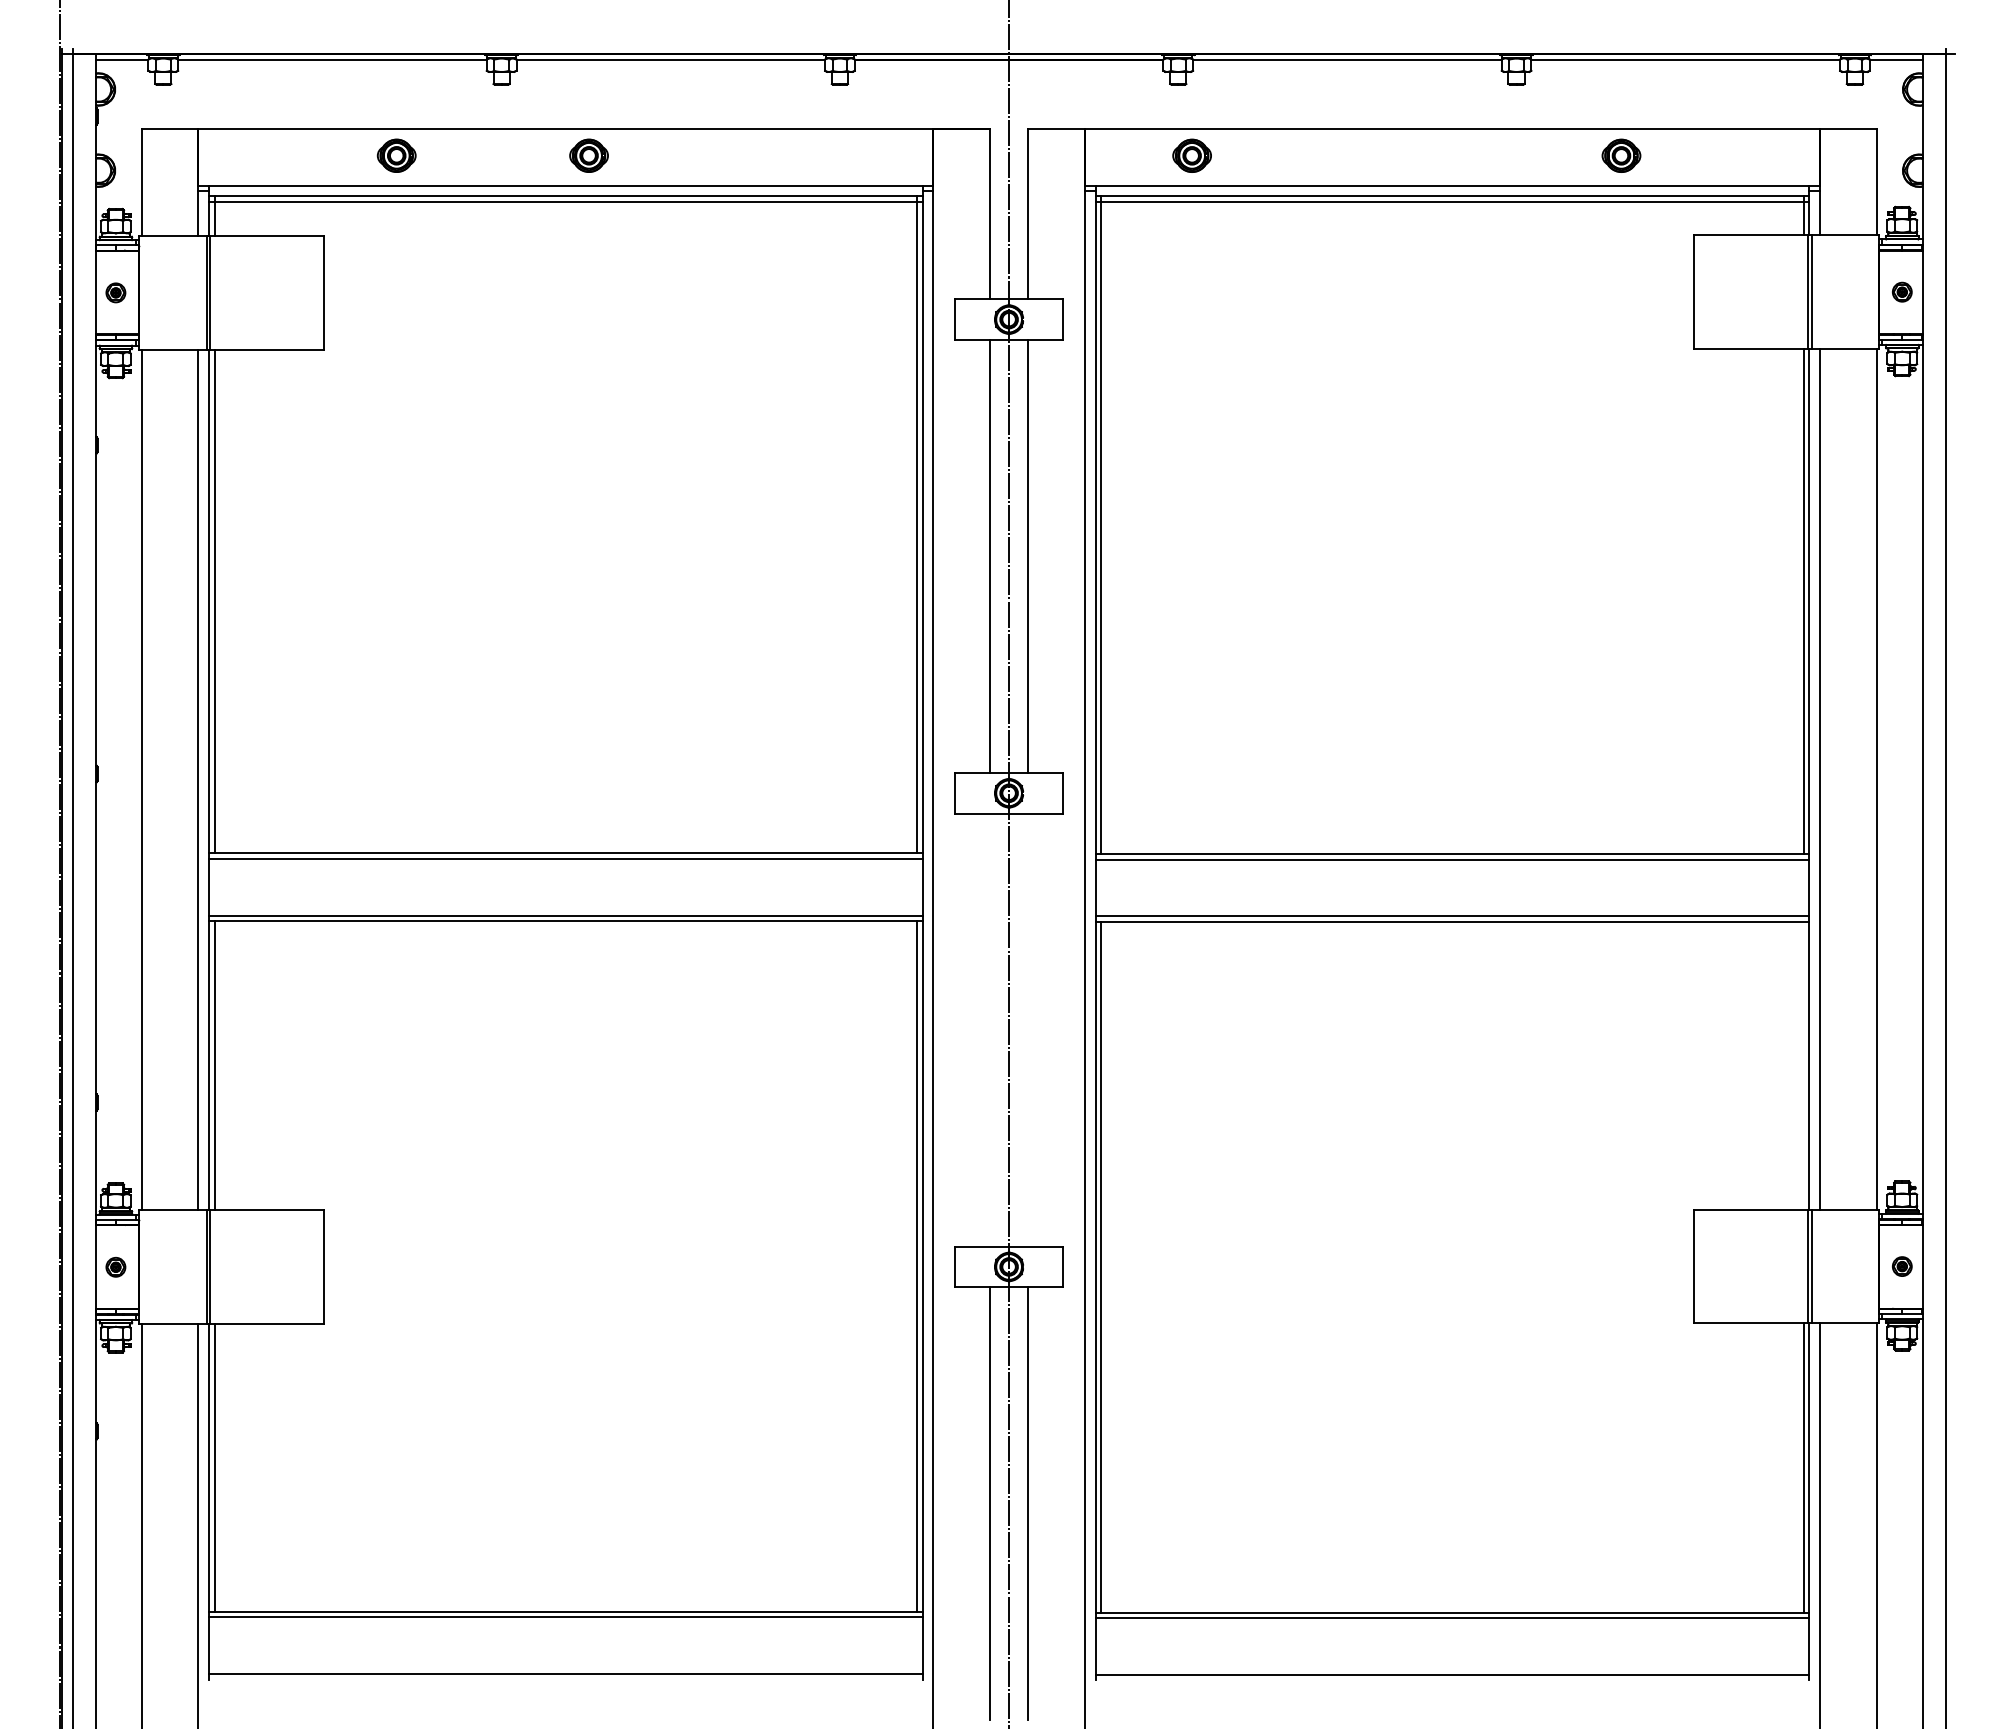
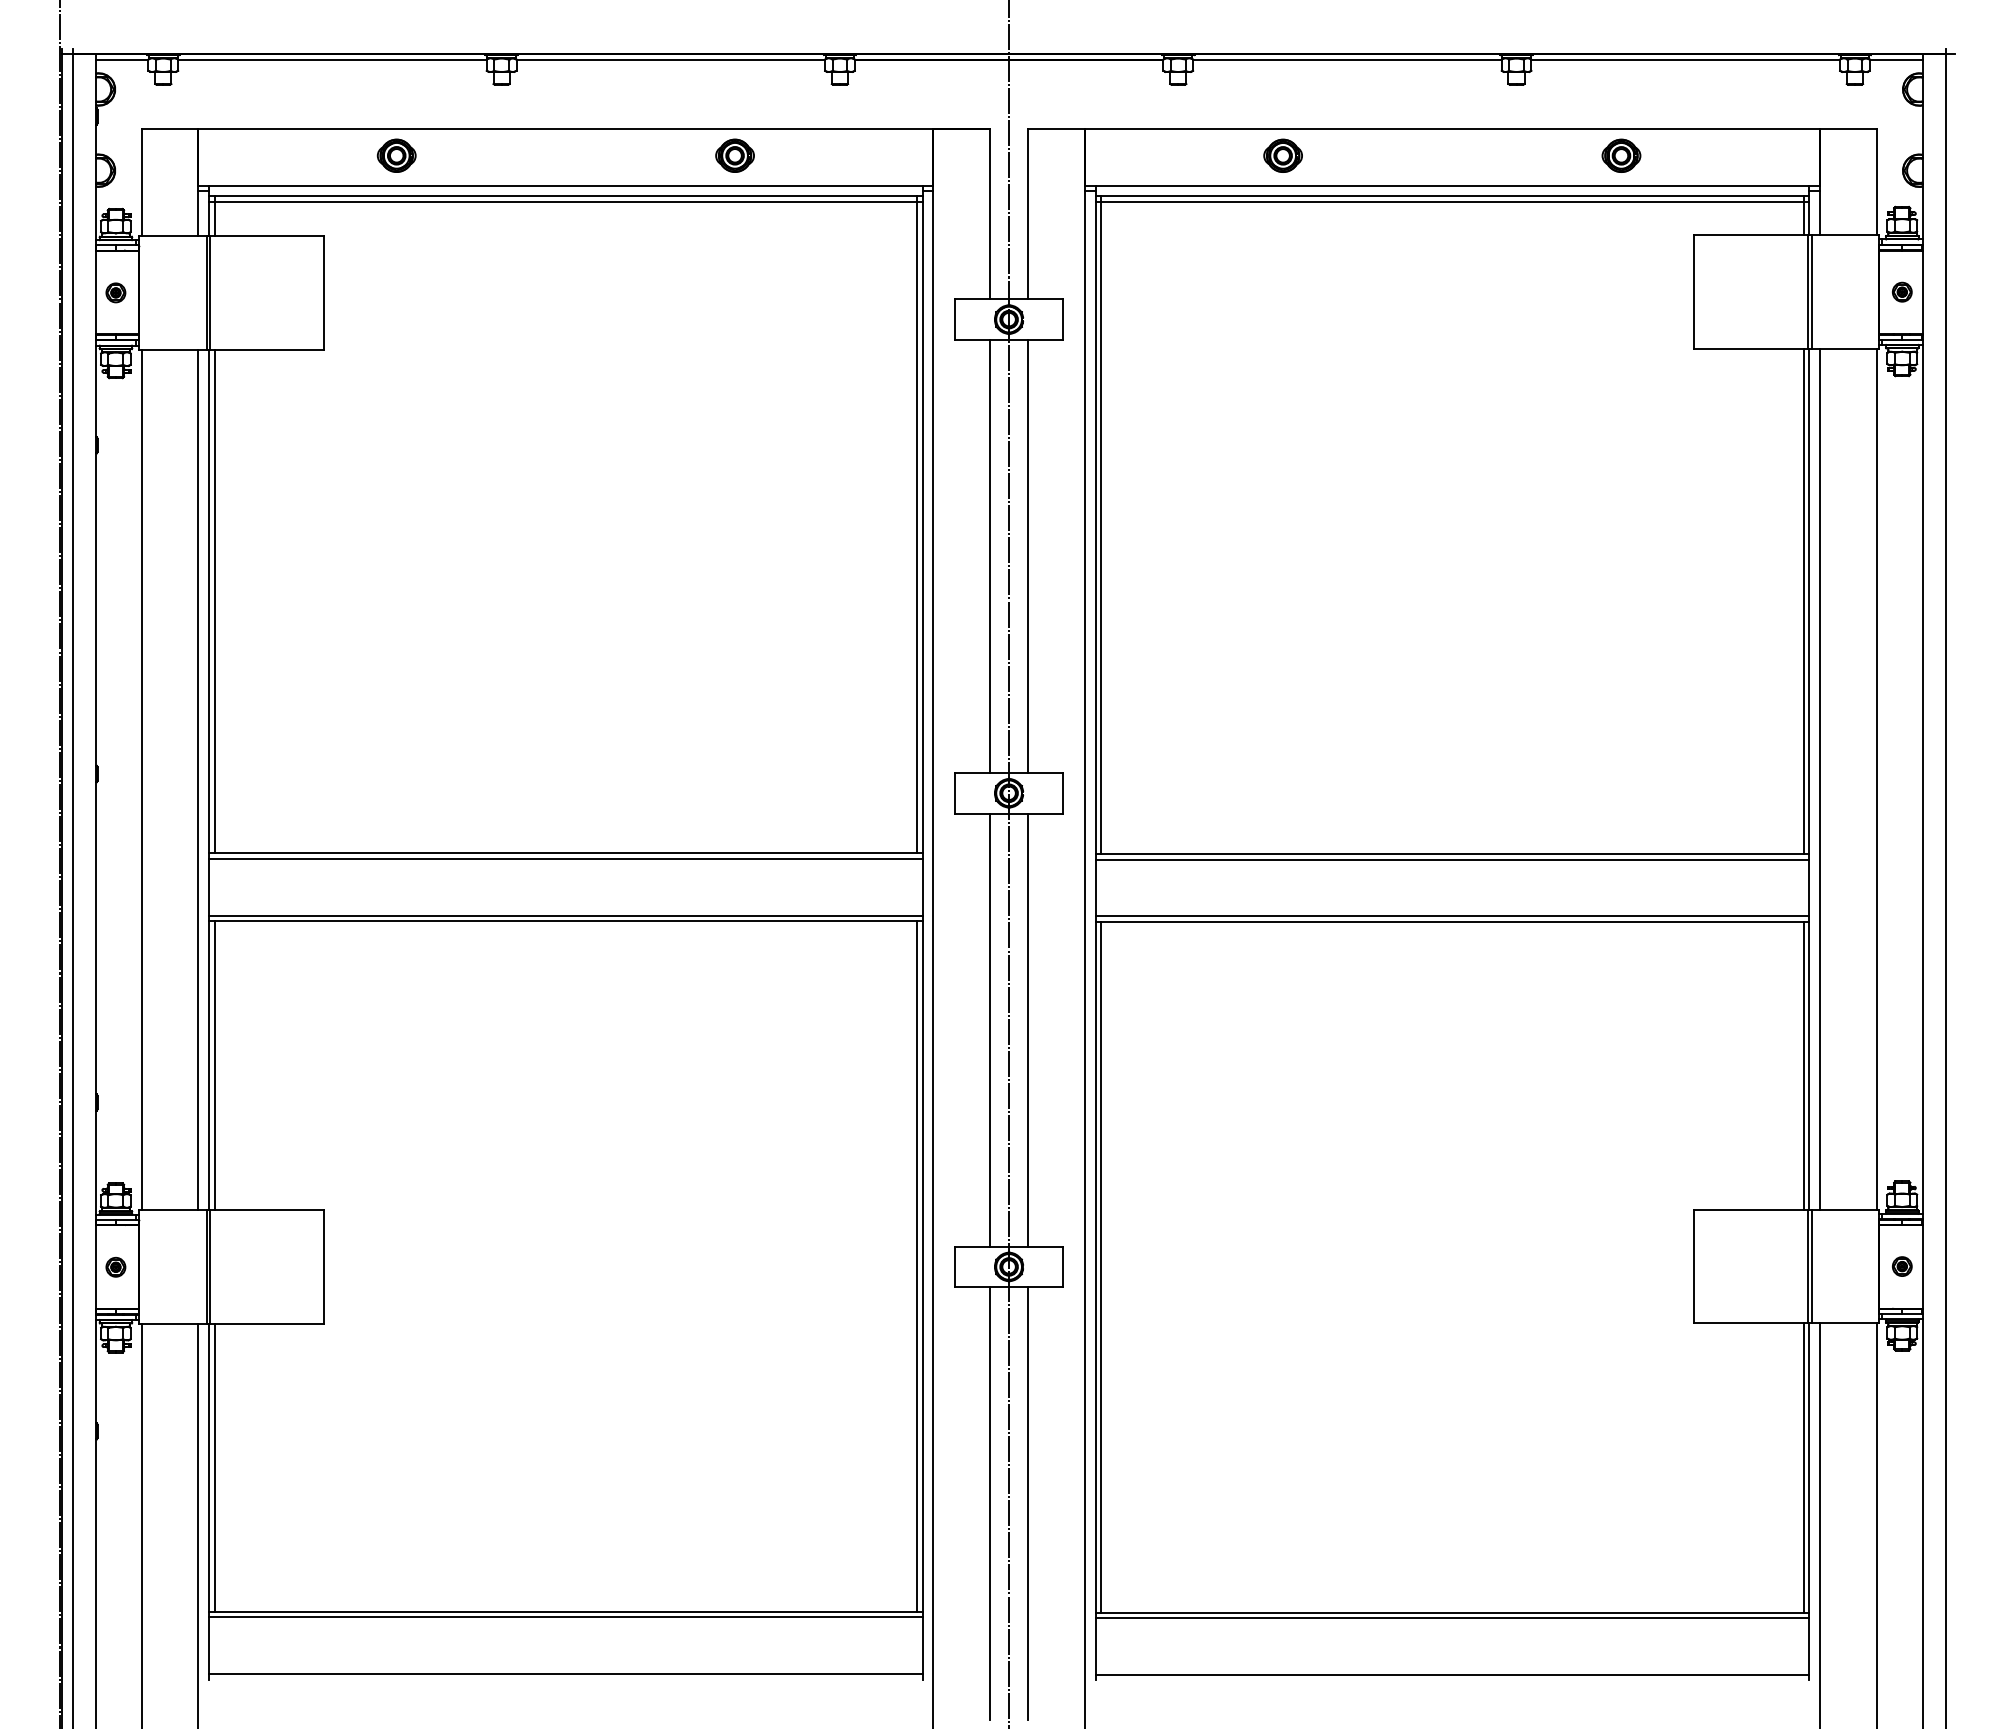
part at (588, 155) position: (588, 155) -> (734, 155)
part at (1191, 155) position: (1191, 155) -> (1282, 155)
line at (990, 1029): none -> present
line at (1028, 1029): none -> present
line at (1803, 1065): none -> present
